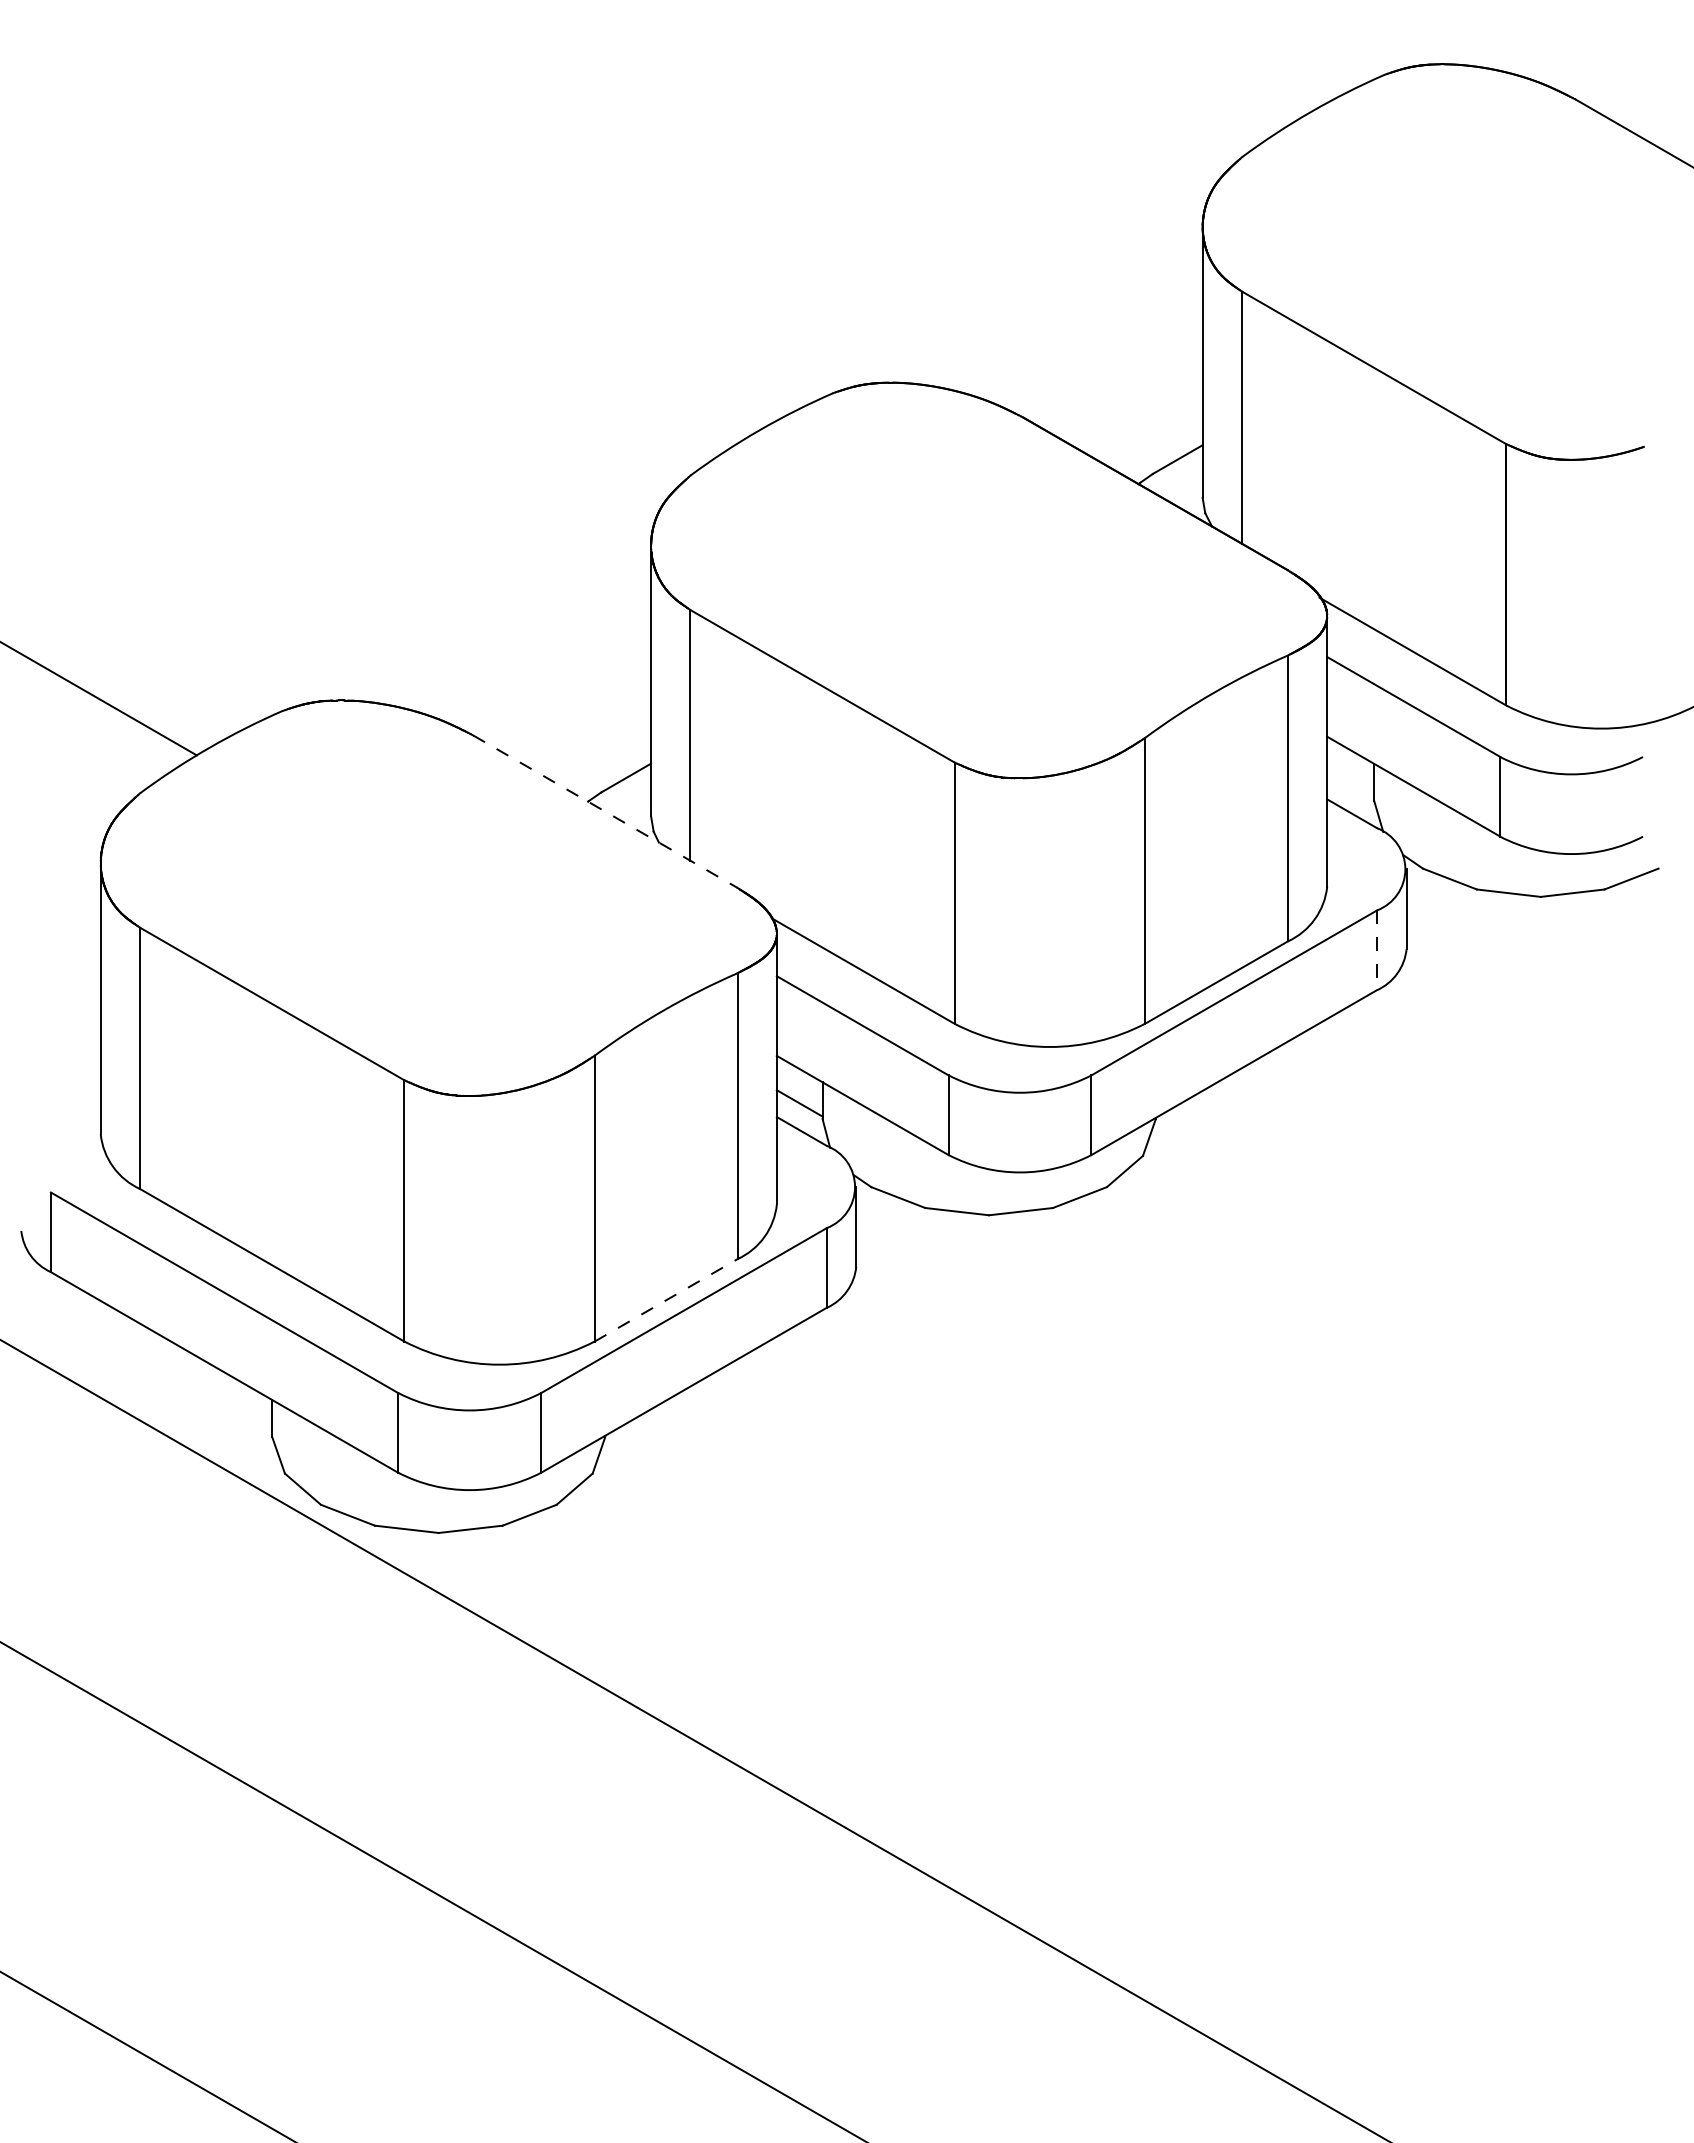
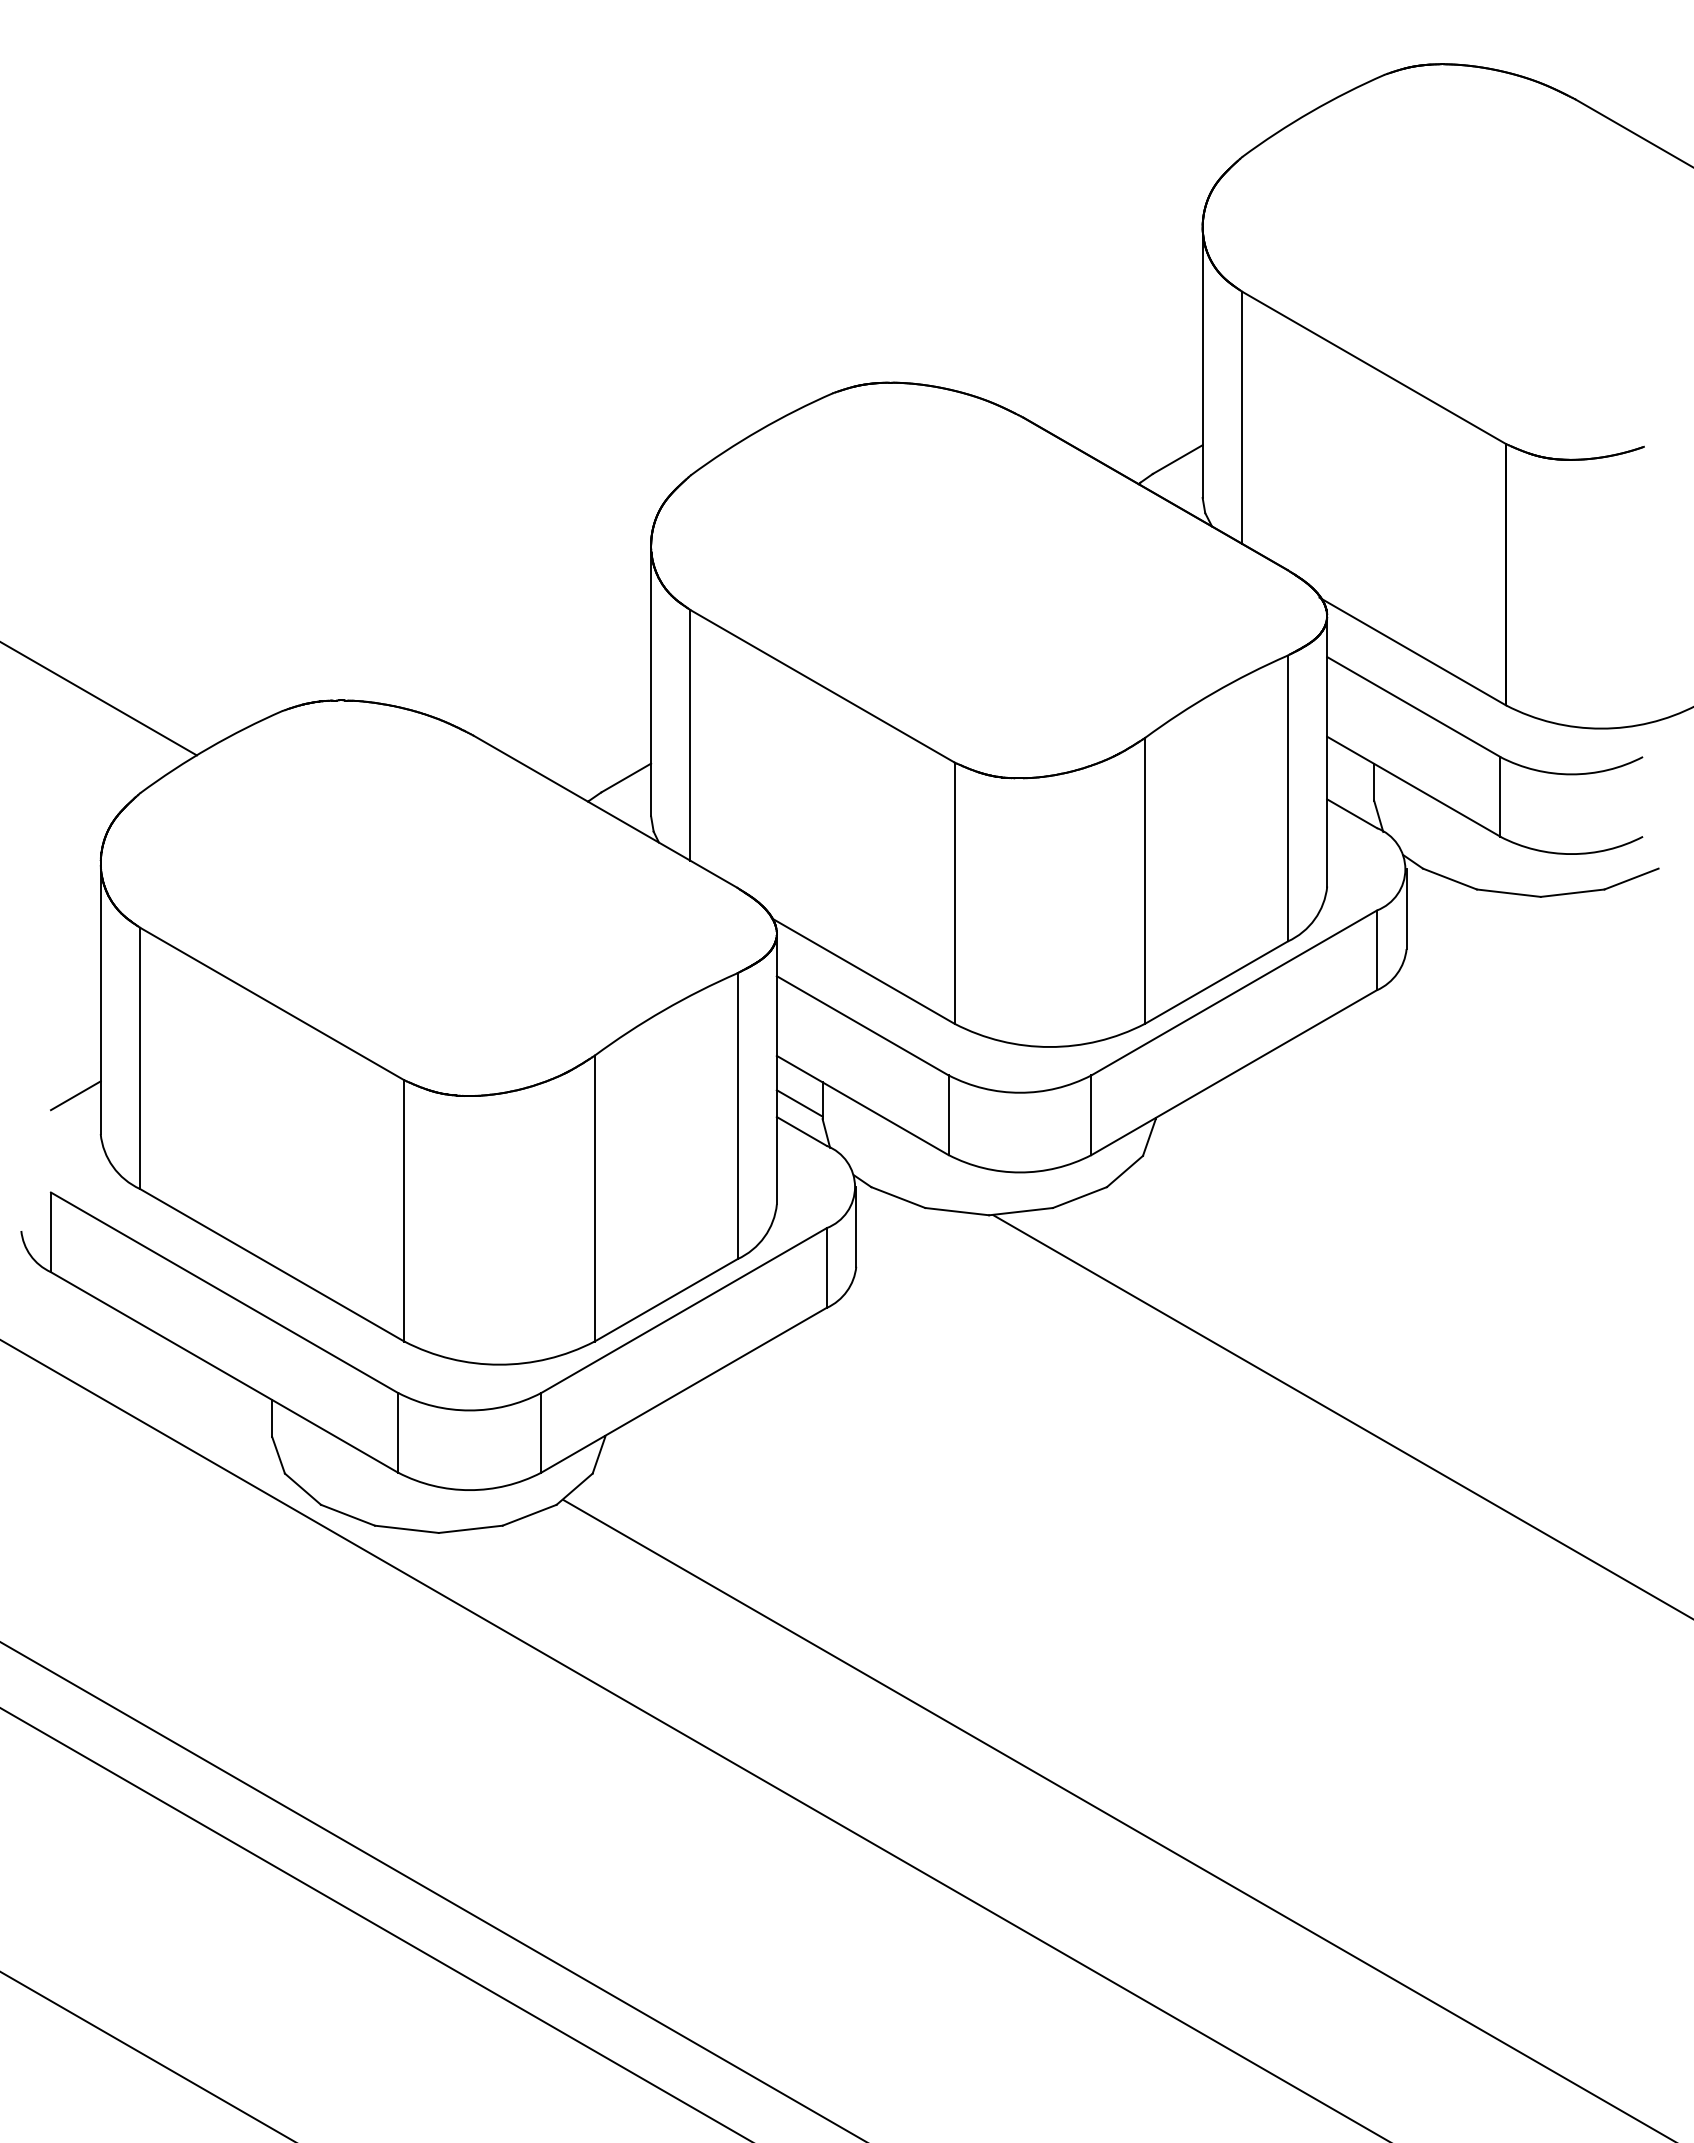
line at (605, 811): dashed -> solid
line at (1376, 950): dashed -> solid
line at (75, 1095): none -> present
line at (666, 1300): dashed -> solid
line at (1341, 1416): none -> present
line at (1117, 1819): none -> present
line at (375, 1924): none -> present
